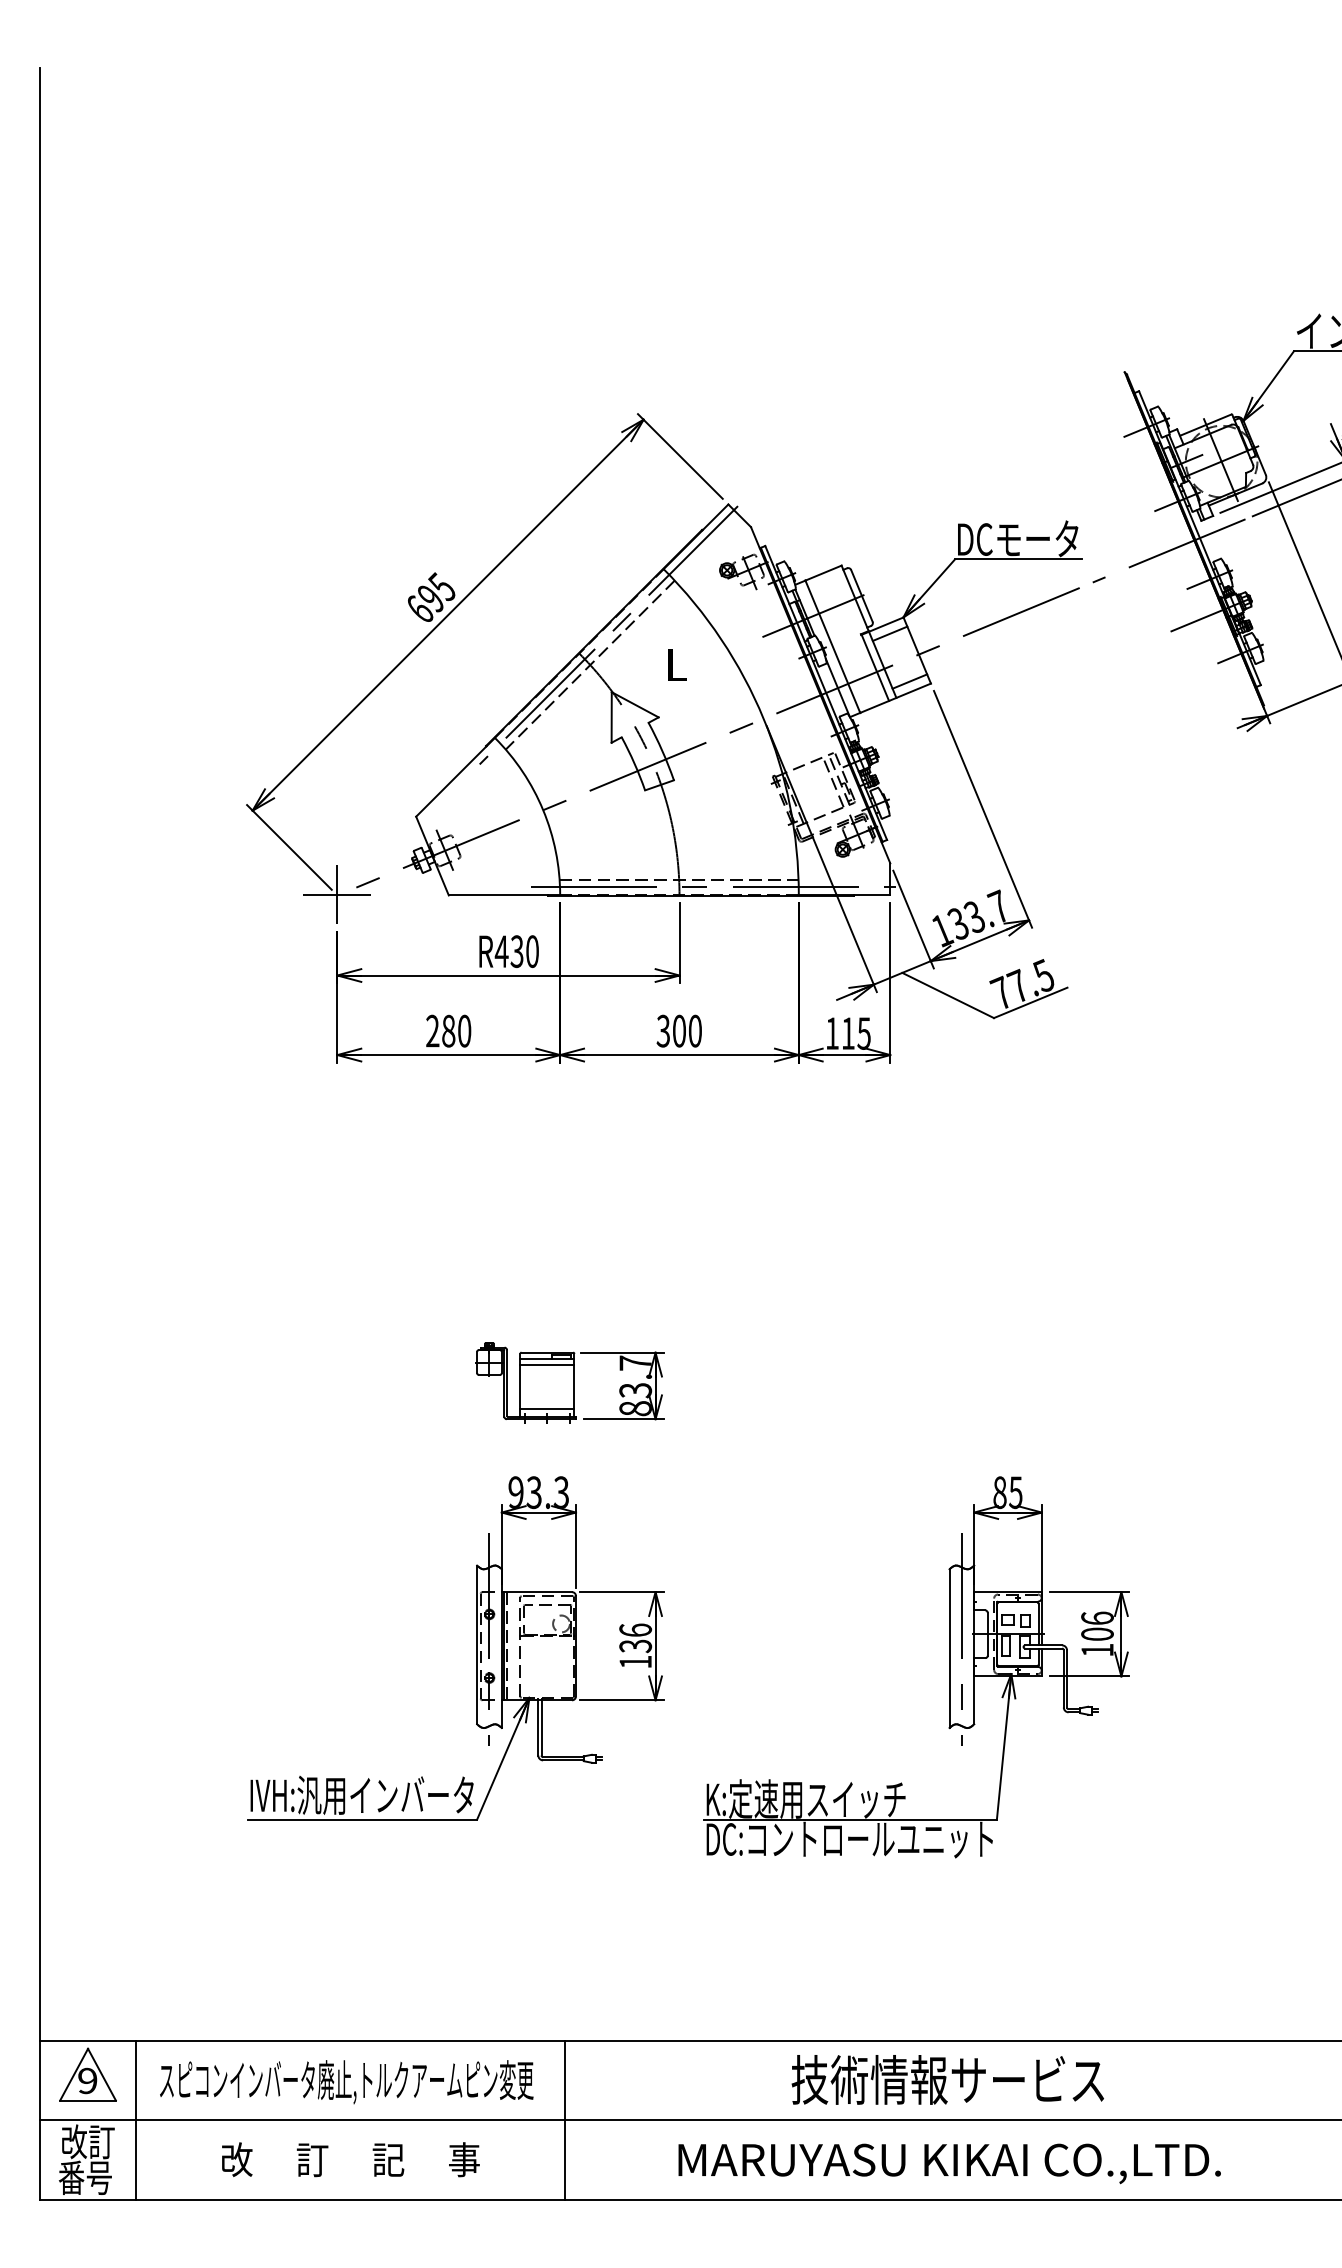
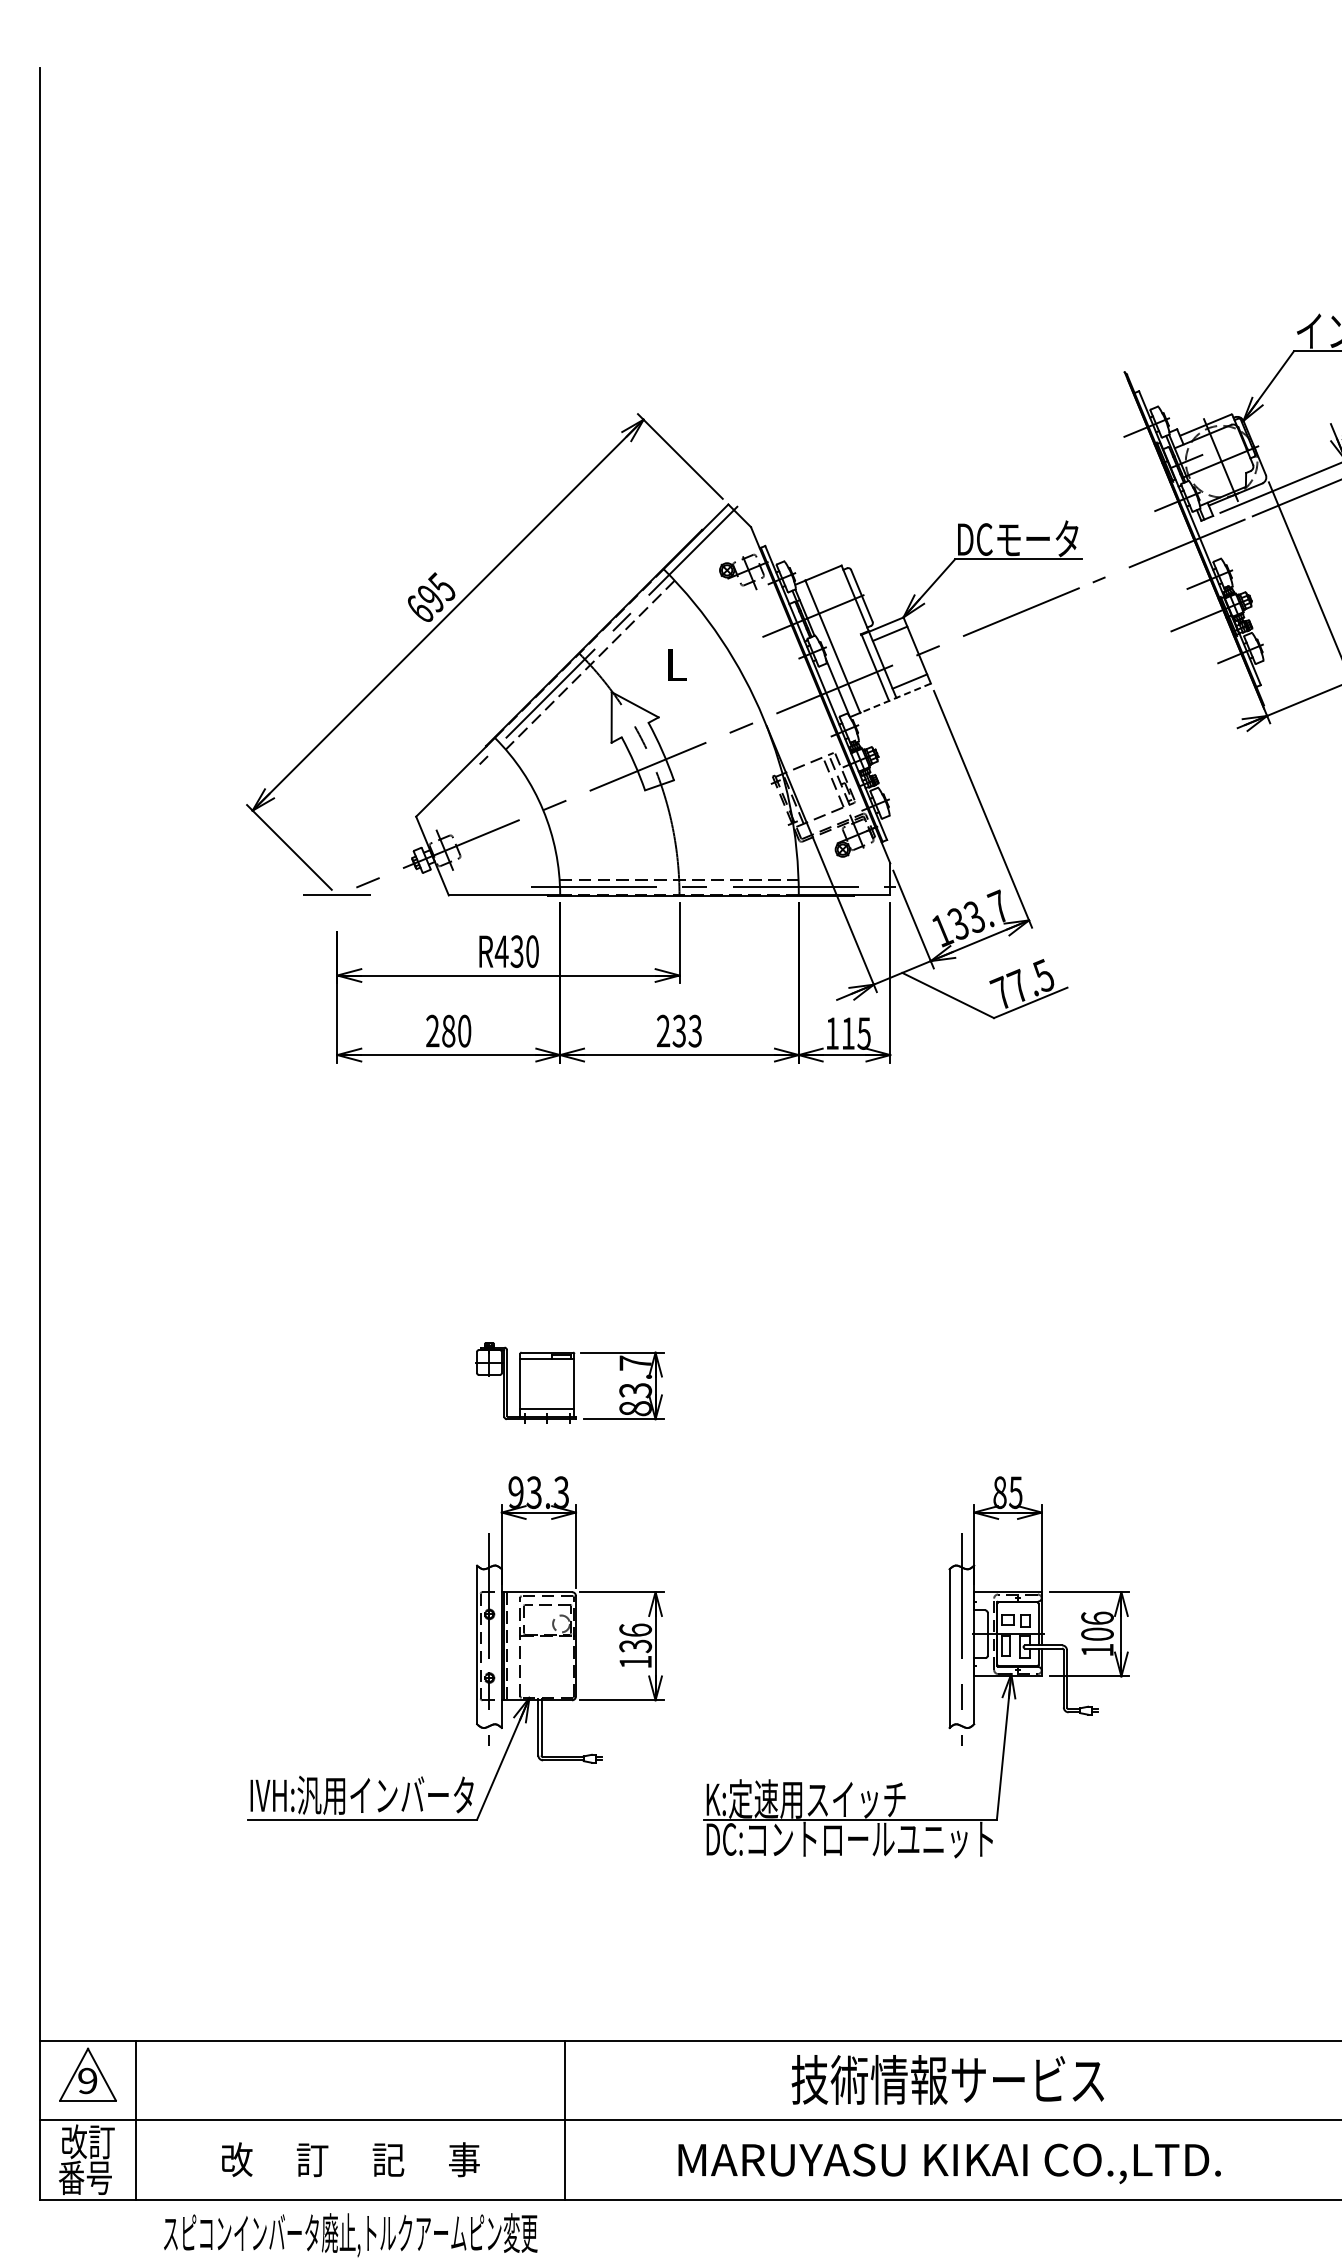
line at (895, 698): solid -> dashed
line at (337, 894): present -> none
text at (678, 1030): 300 -> 233
line at (547, 1365): present -> none
text at (346, 2082) position: (346, 2082) -> (350, 2235)
